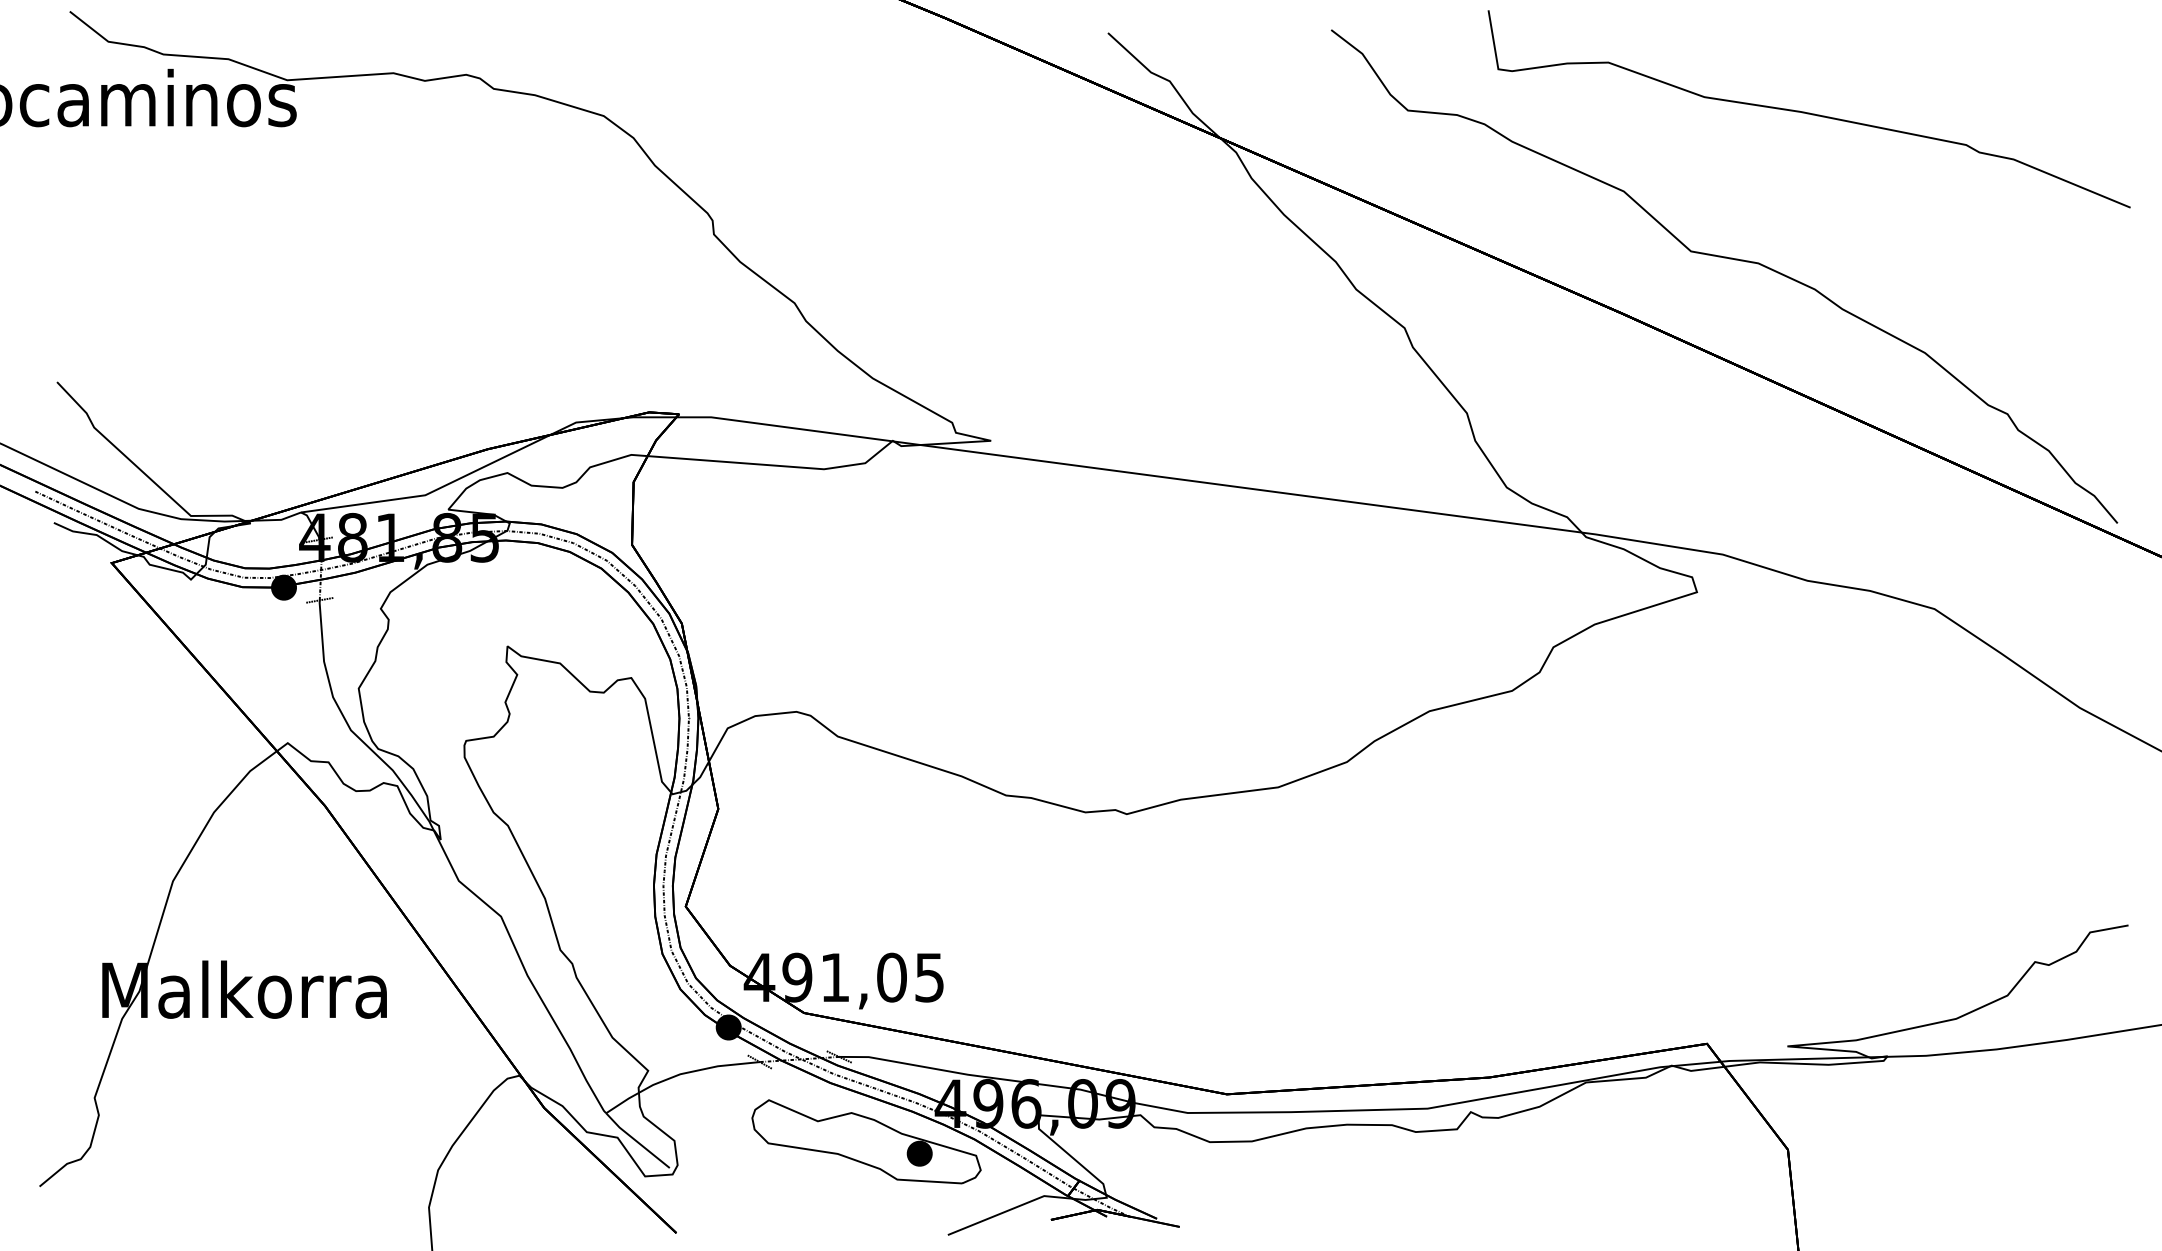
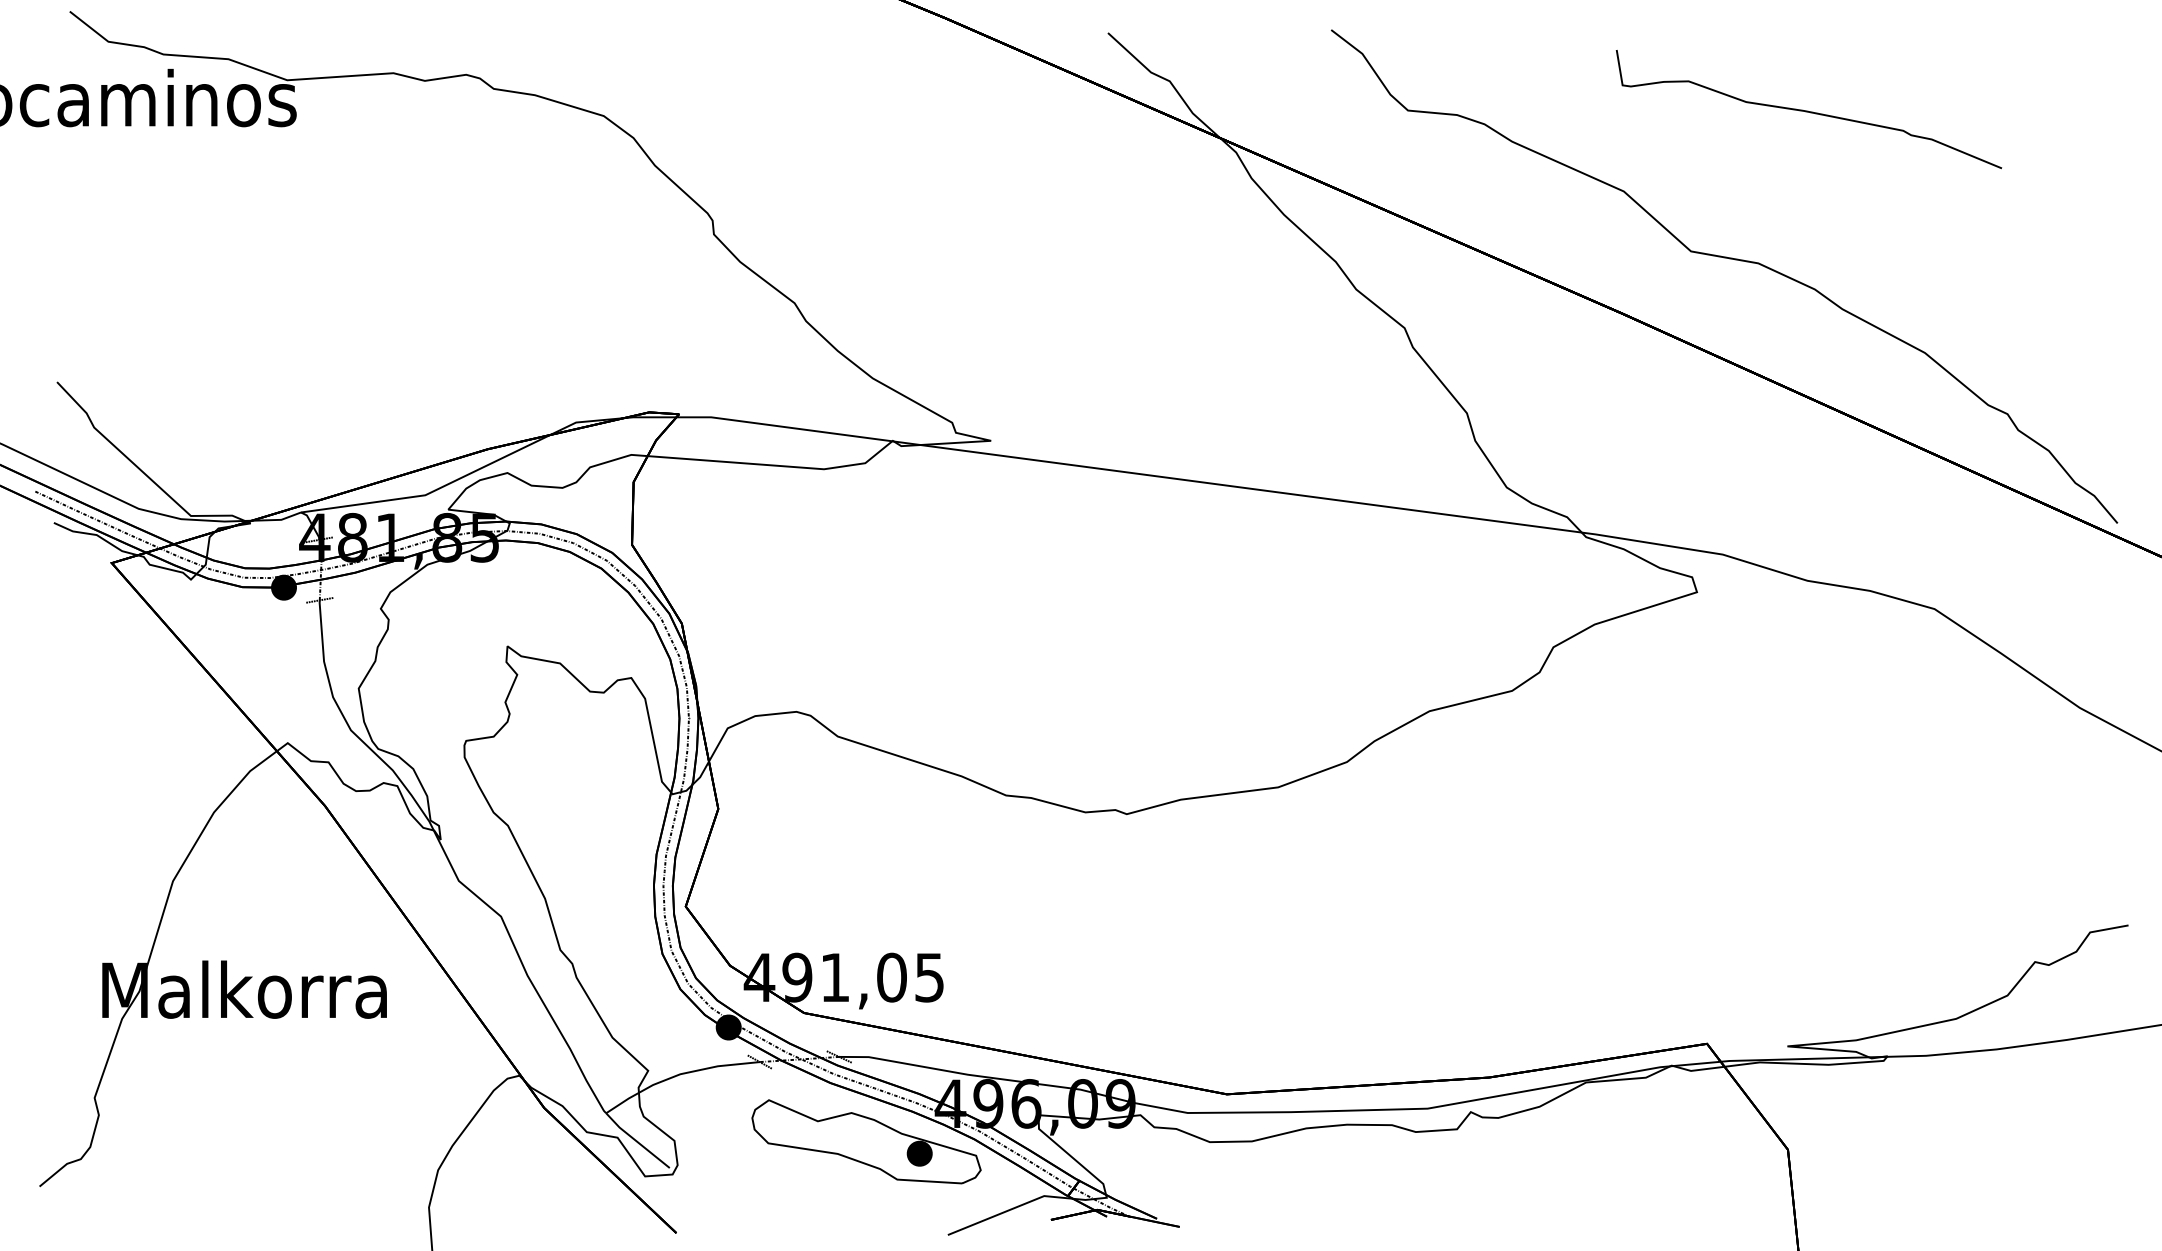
part at (1808, 109) size: 644x199 px -> 388x120 px
